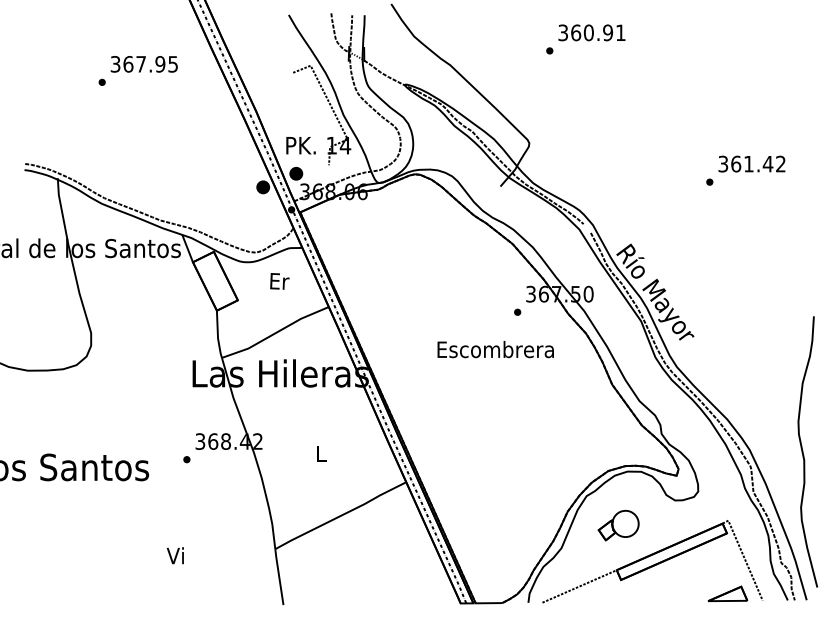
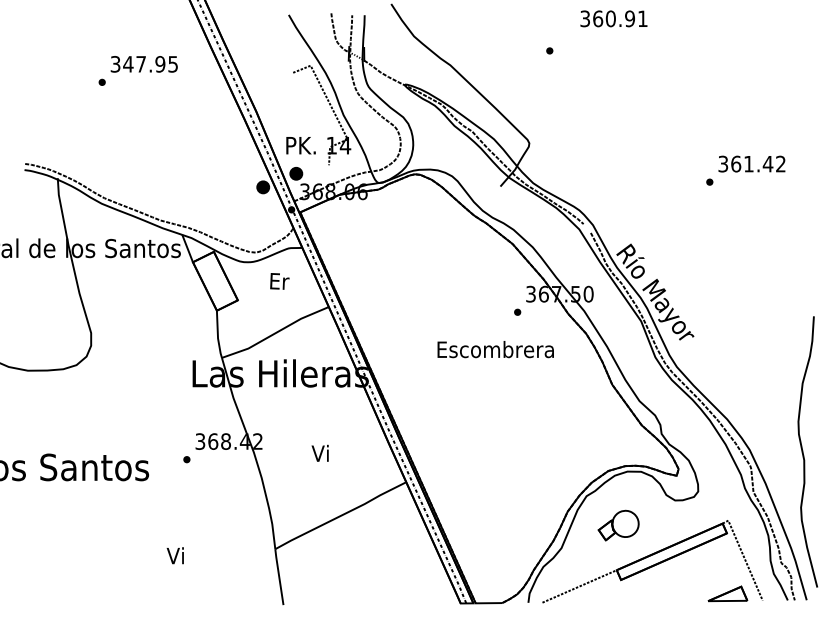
text at (591, 32) position: (591, 32) -> (613, 18)
text at (128, 64): 367.95 -> 347.95
text at (319, 452): L -> Vi
